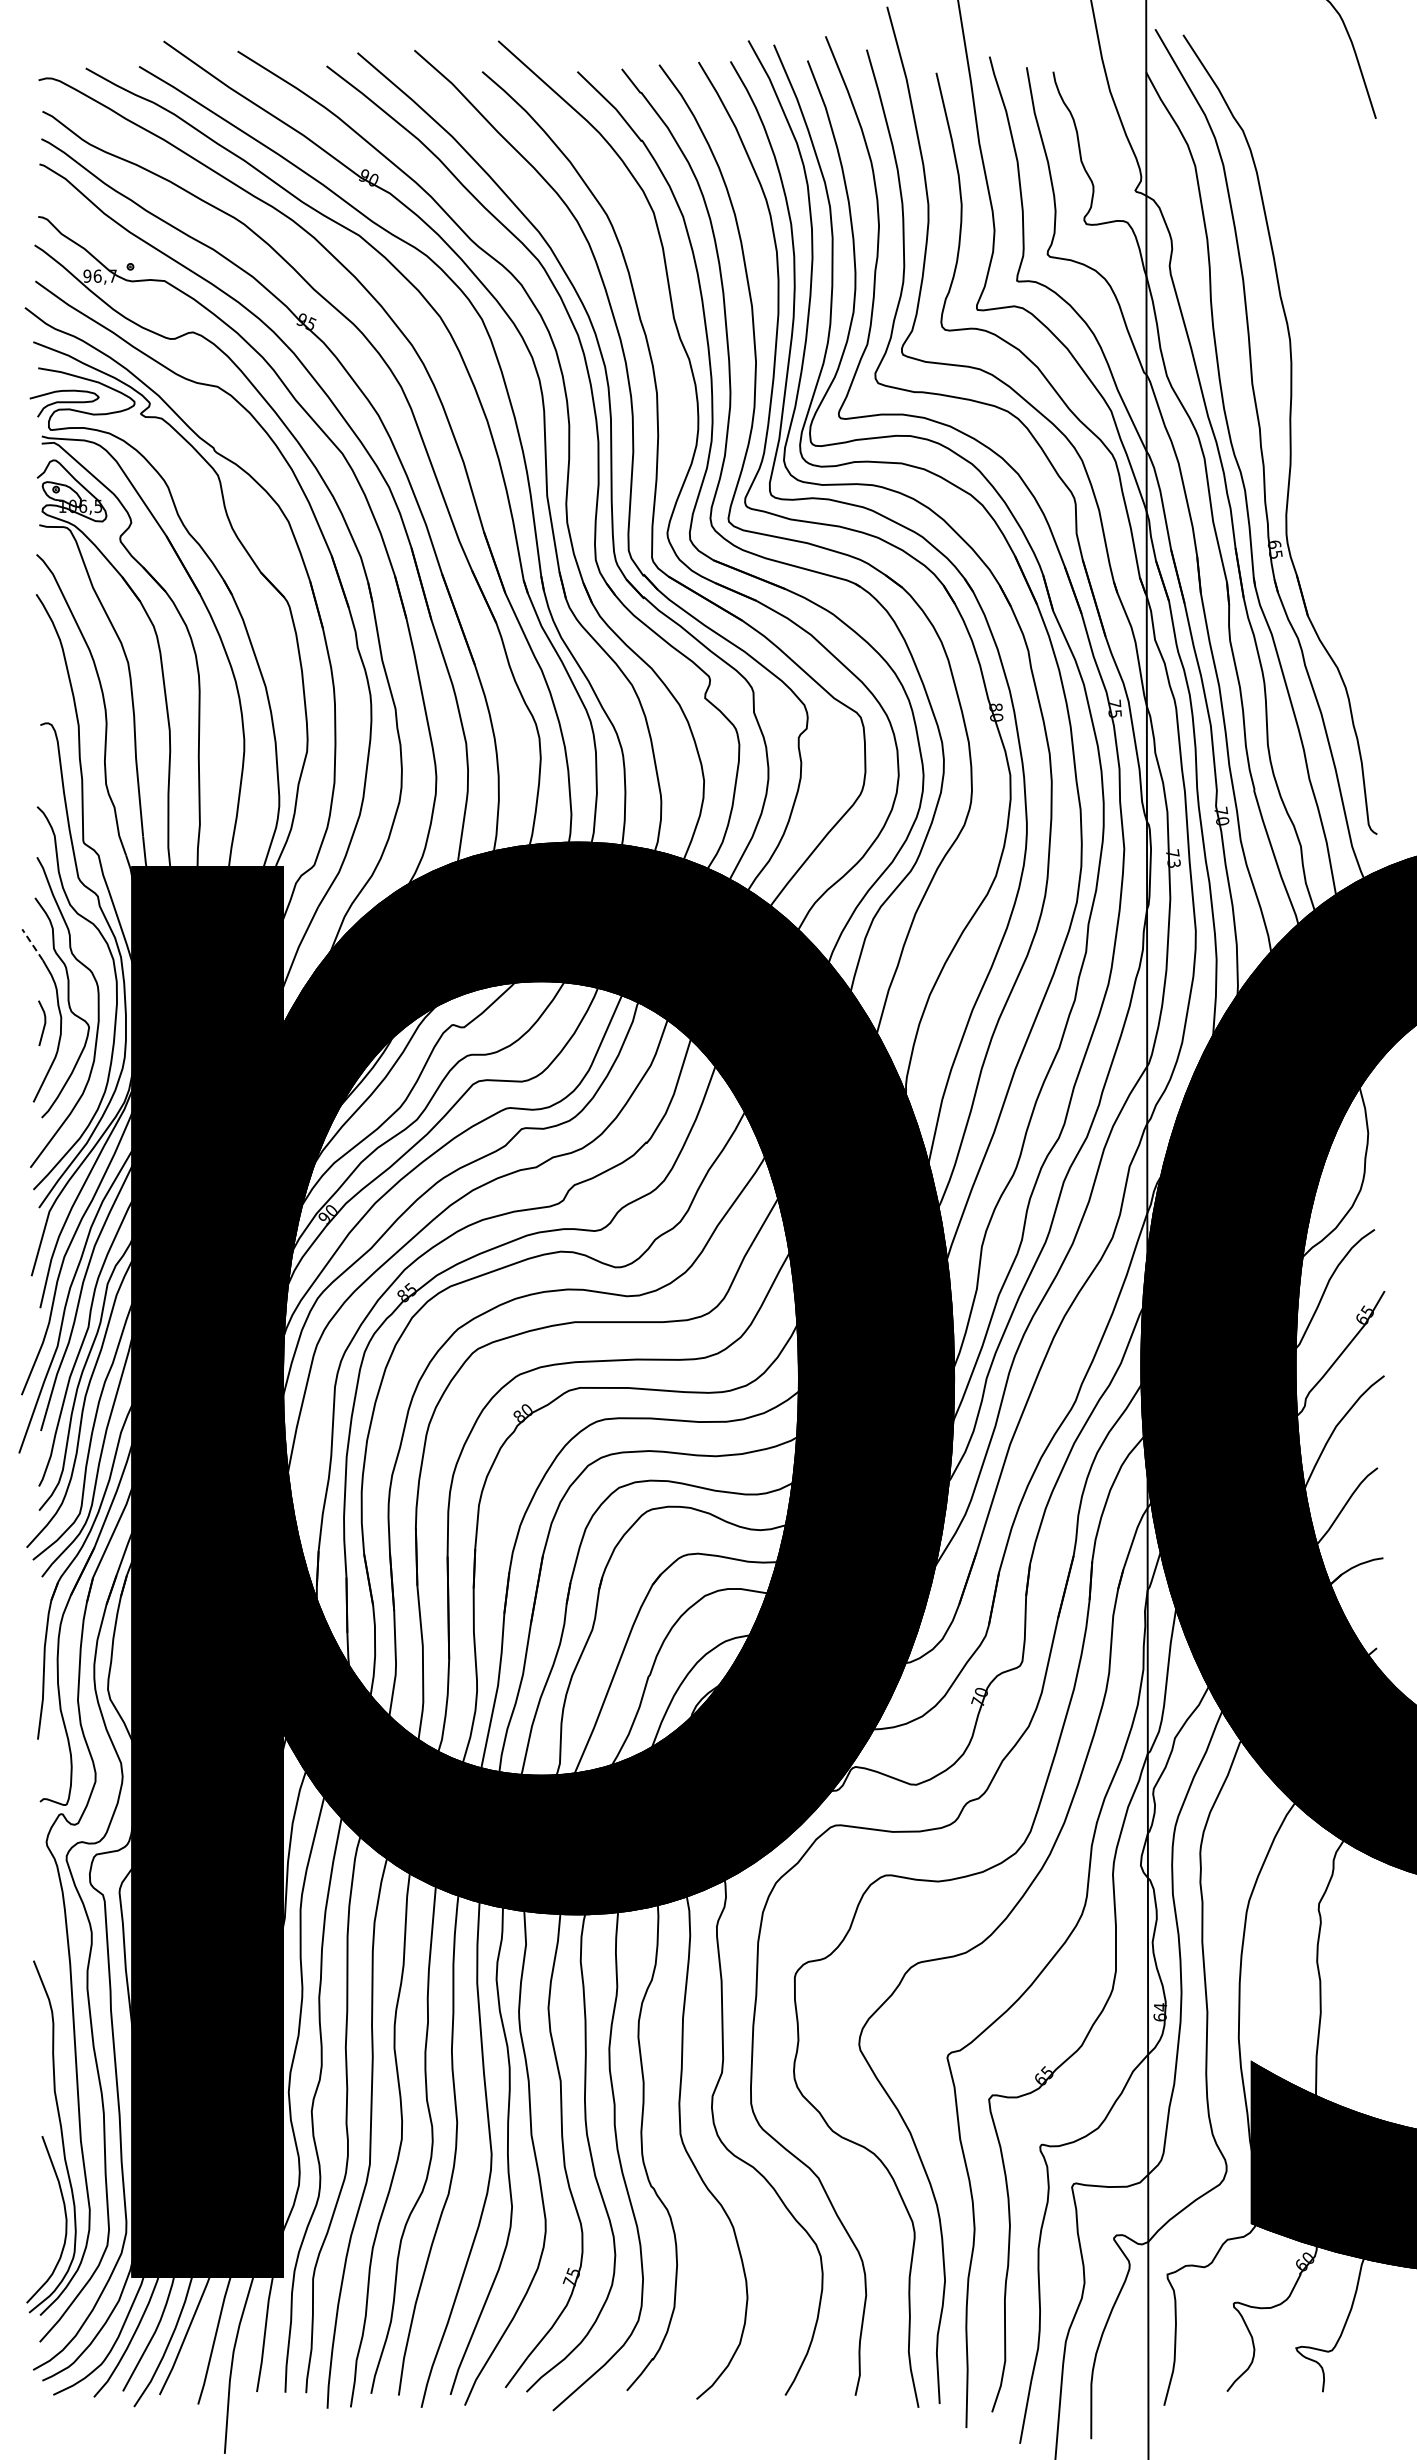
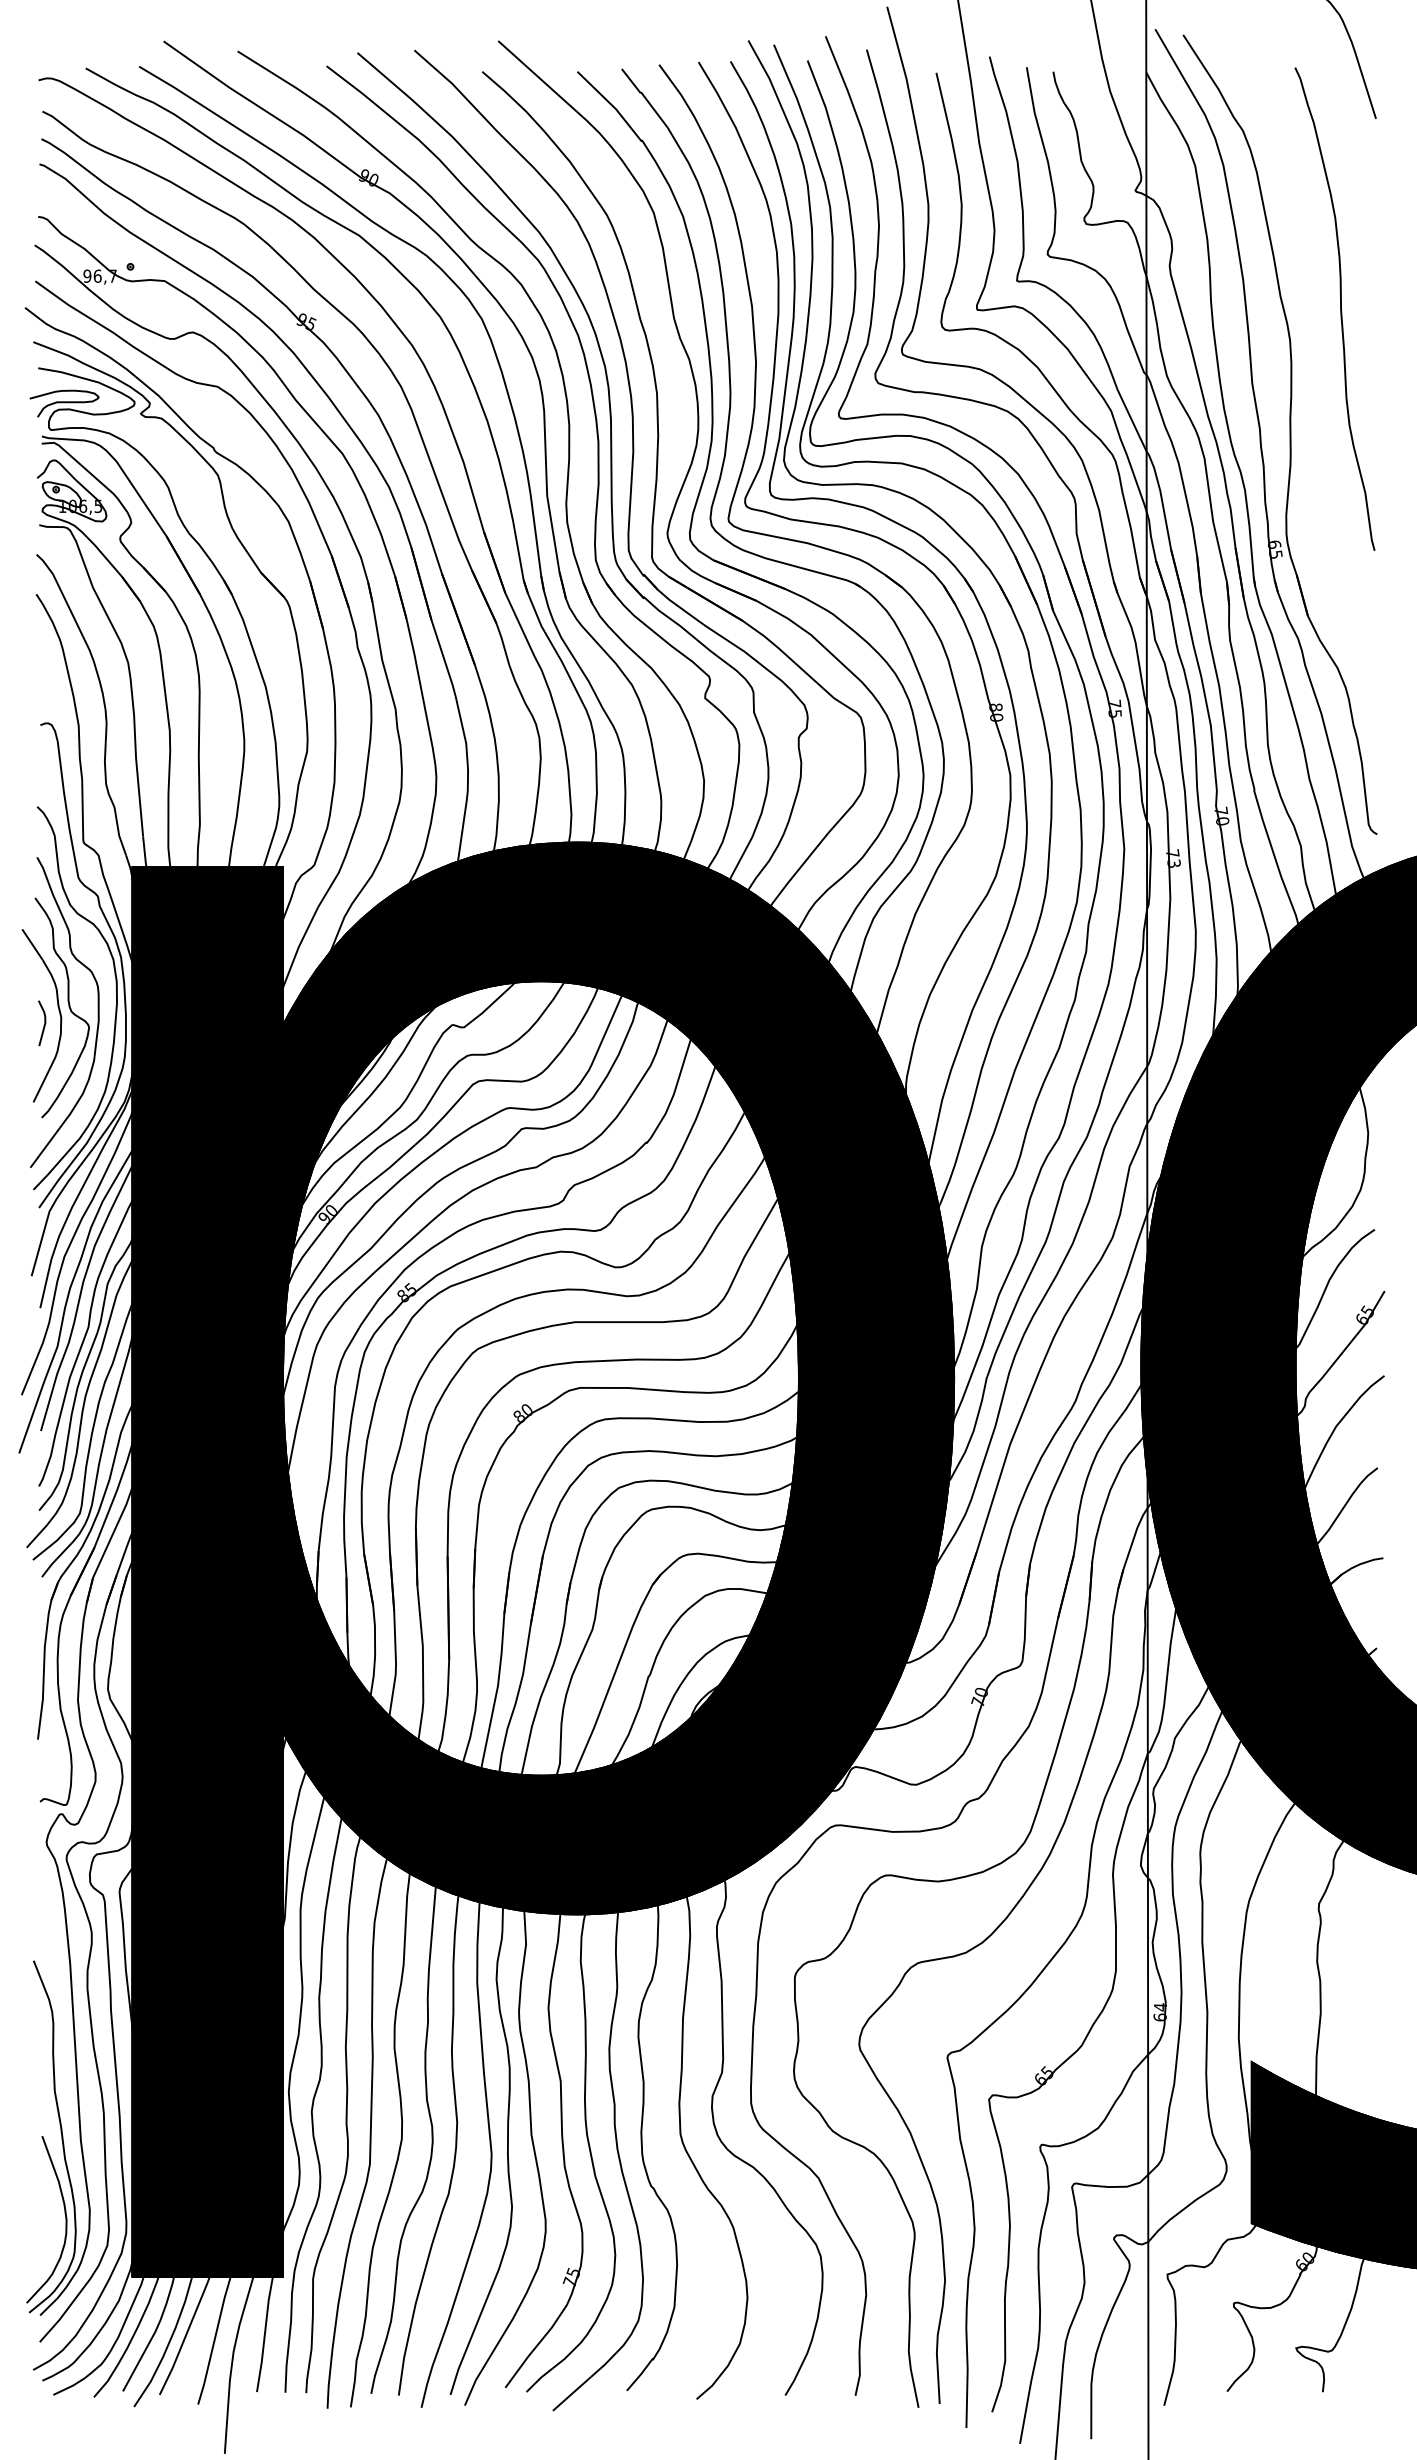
curve at (1340, 308): none -> present
line at (32, 944): dashed -> solid
